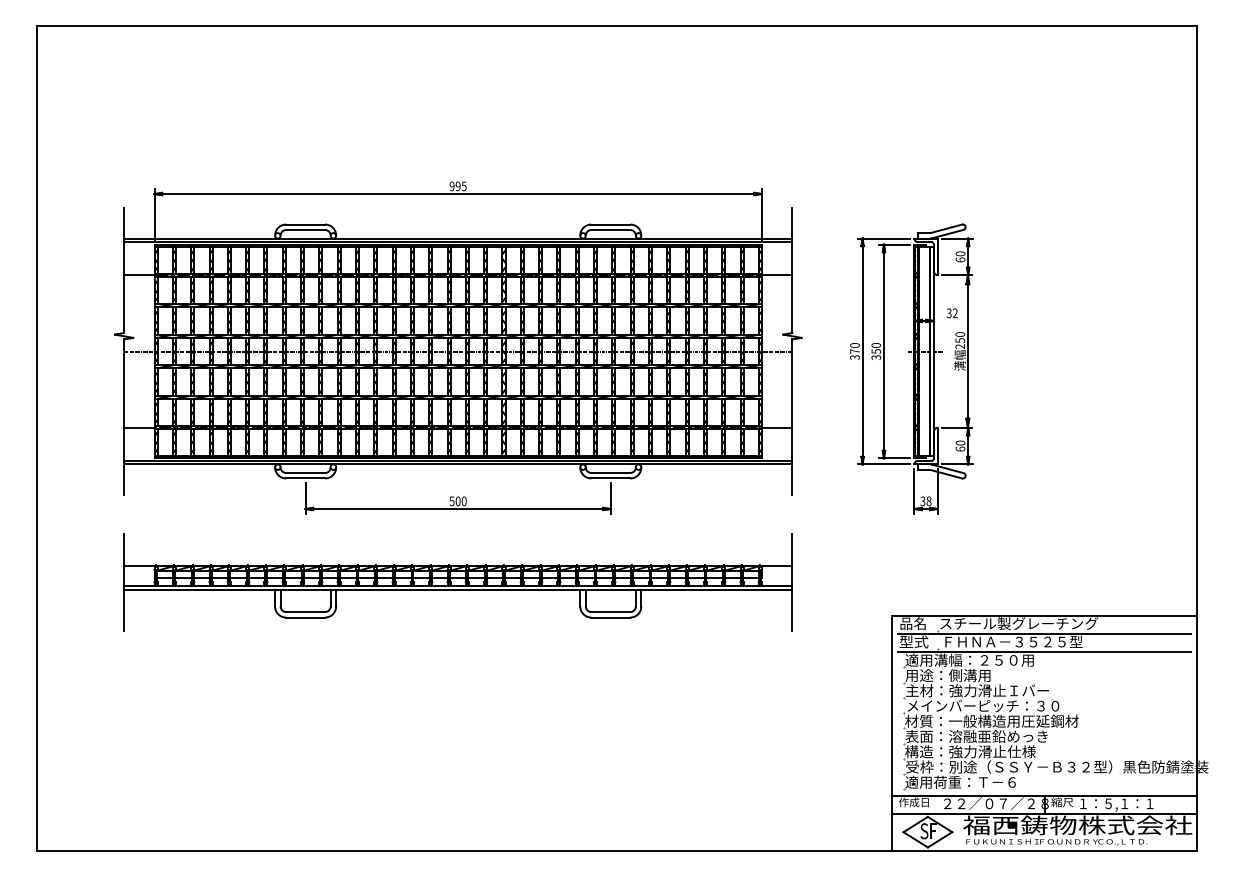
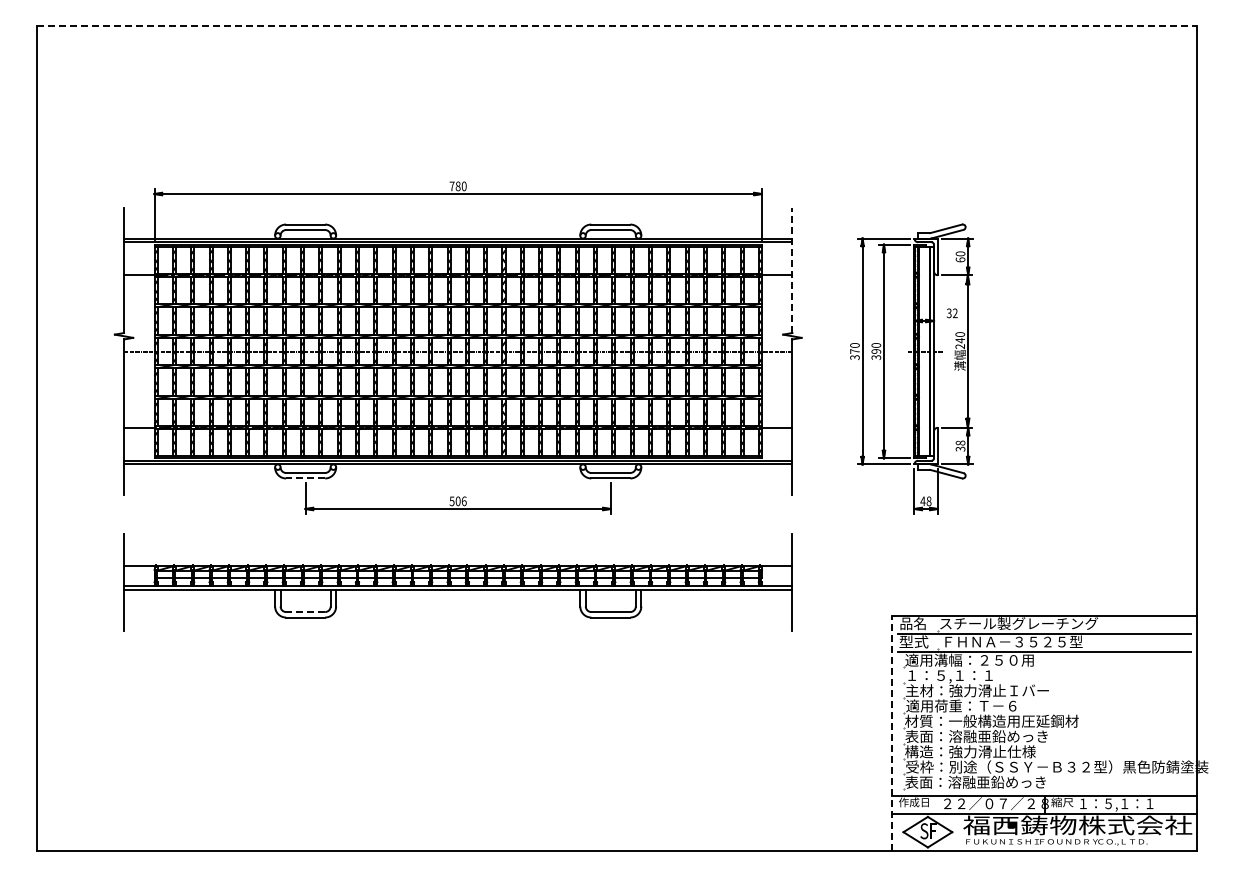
line at (617, 26): solid -> dashed
text at (457, 186): 995 -> 780
line at (792, 270): solid -> dashed
text at (960, 340): 250 -> 240
text at (875, 351): 350 -> 390
text at (960, 445): 60 -> 38
line at (305, 478): solid -> dashed
text at (464, 500): 500 -> 506
text at (922, 501): 38 -> 48
line at (305, 612): solid -> dashed
text at (948, 676): 用途：側溝用 -> １：５,１：１
text at (982, 705): メインバーピッチ：３０ -> 適用荷重：Ｔ－６
line at (891, 732): solid -> dashed
text at (975, 781): 適用荷重：Ｔ－６ -> 表面：溶融亜鉛めっき
